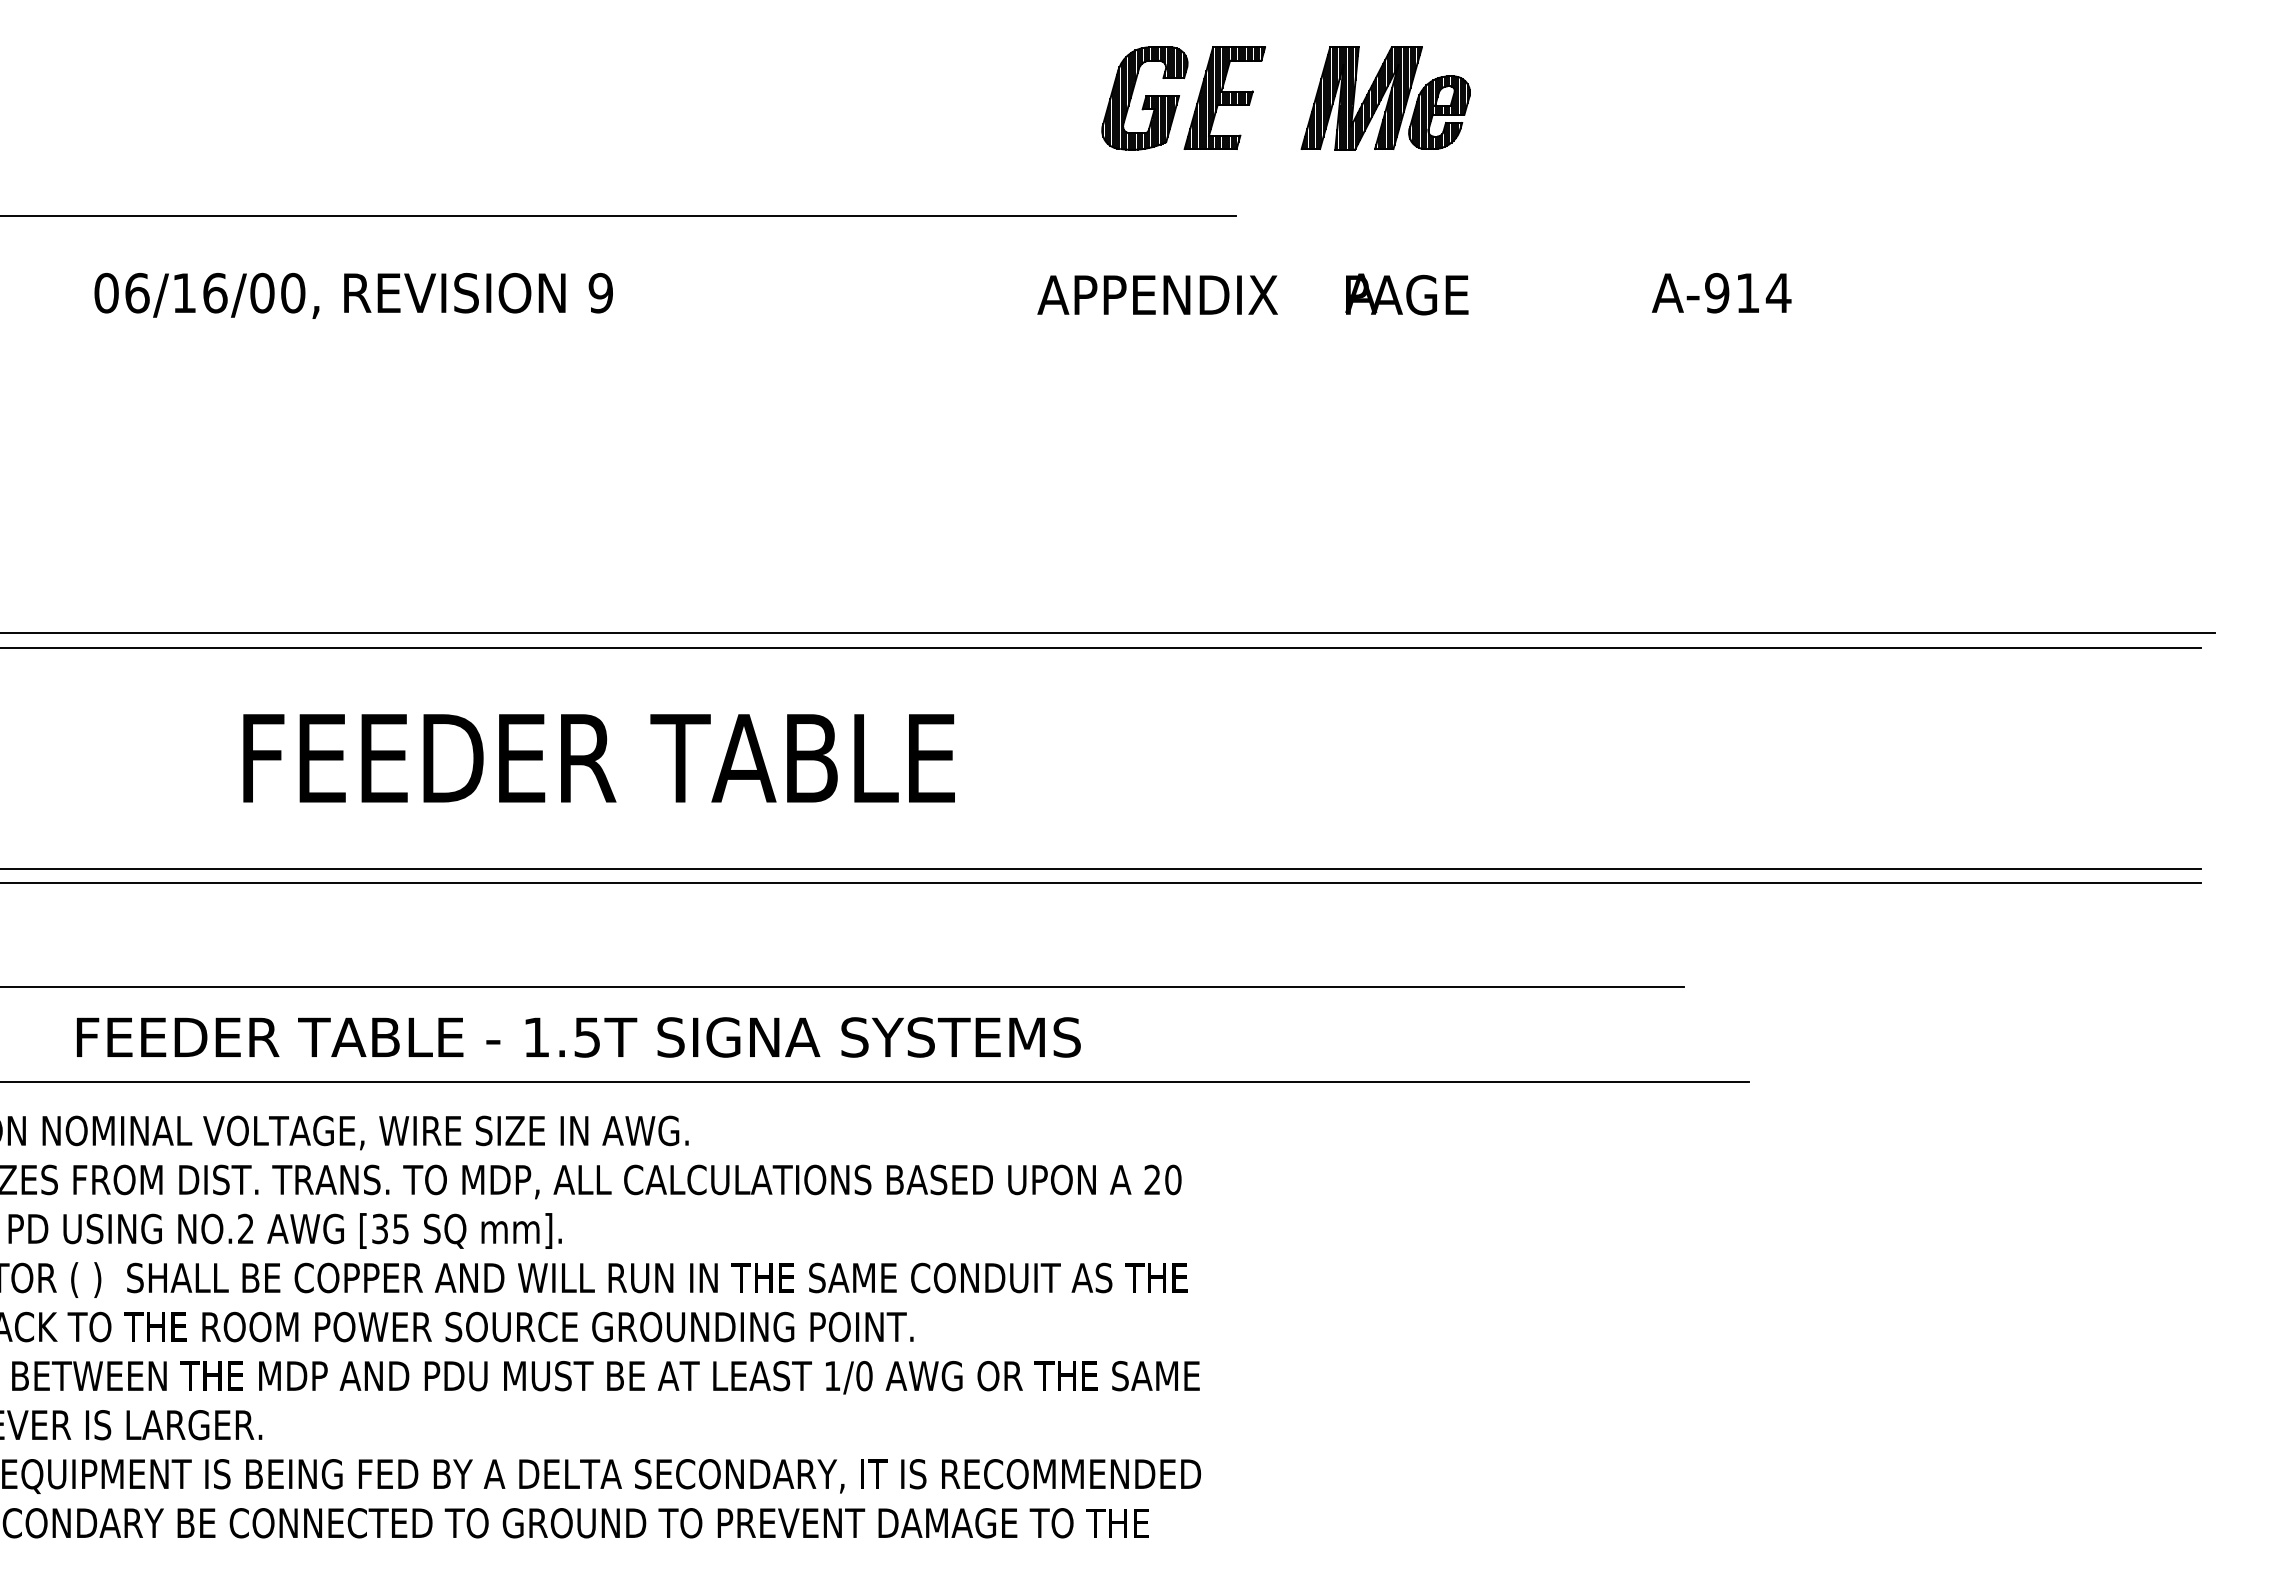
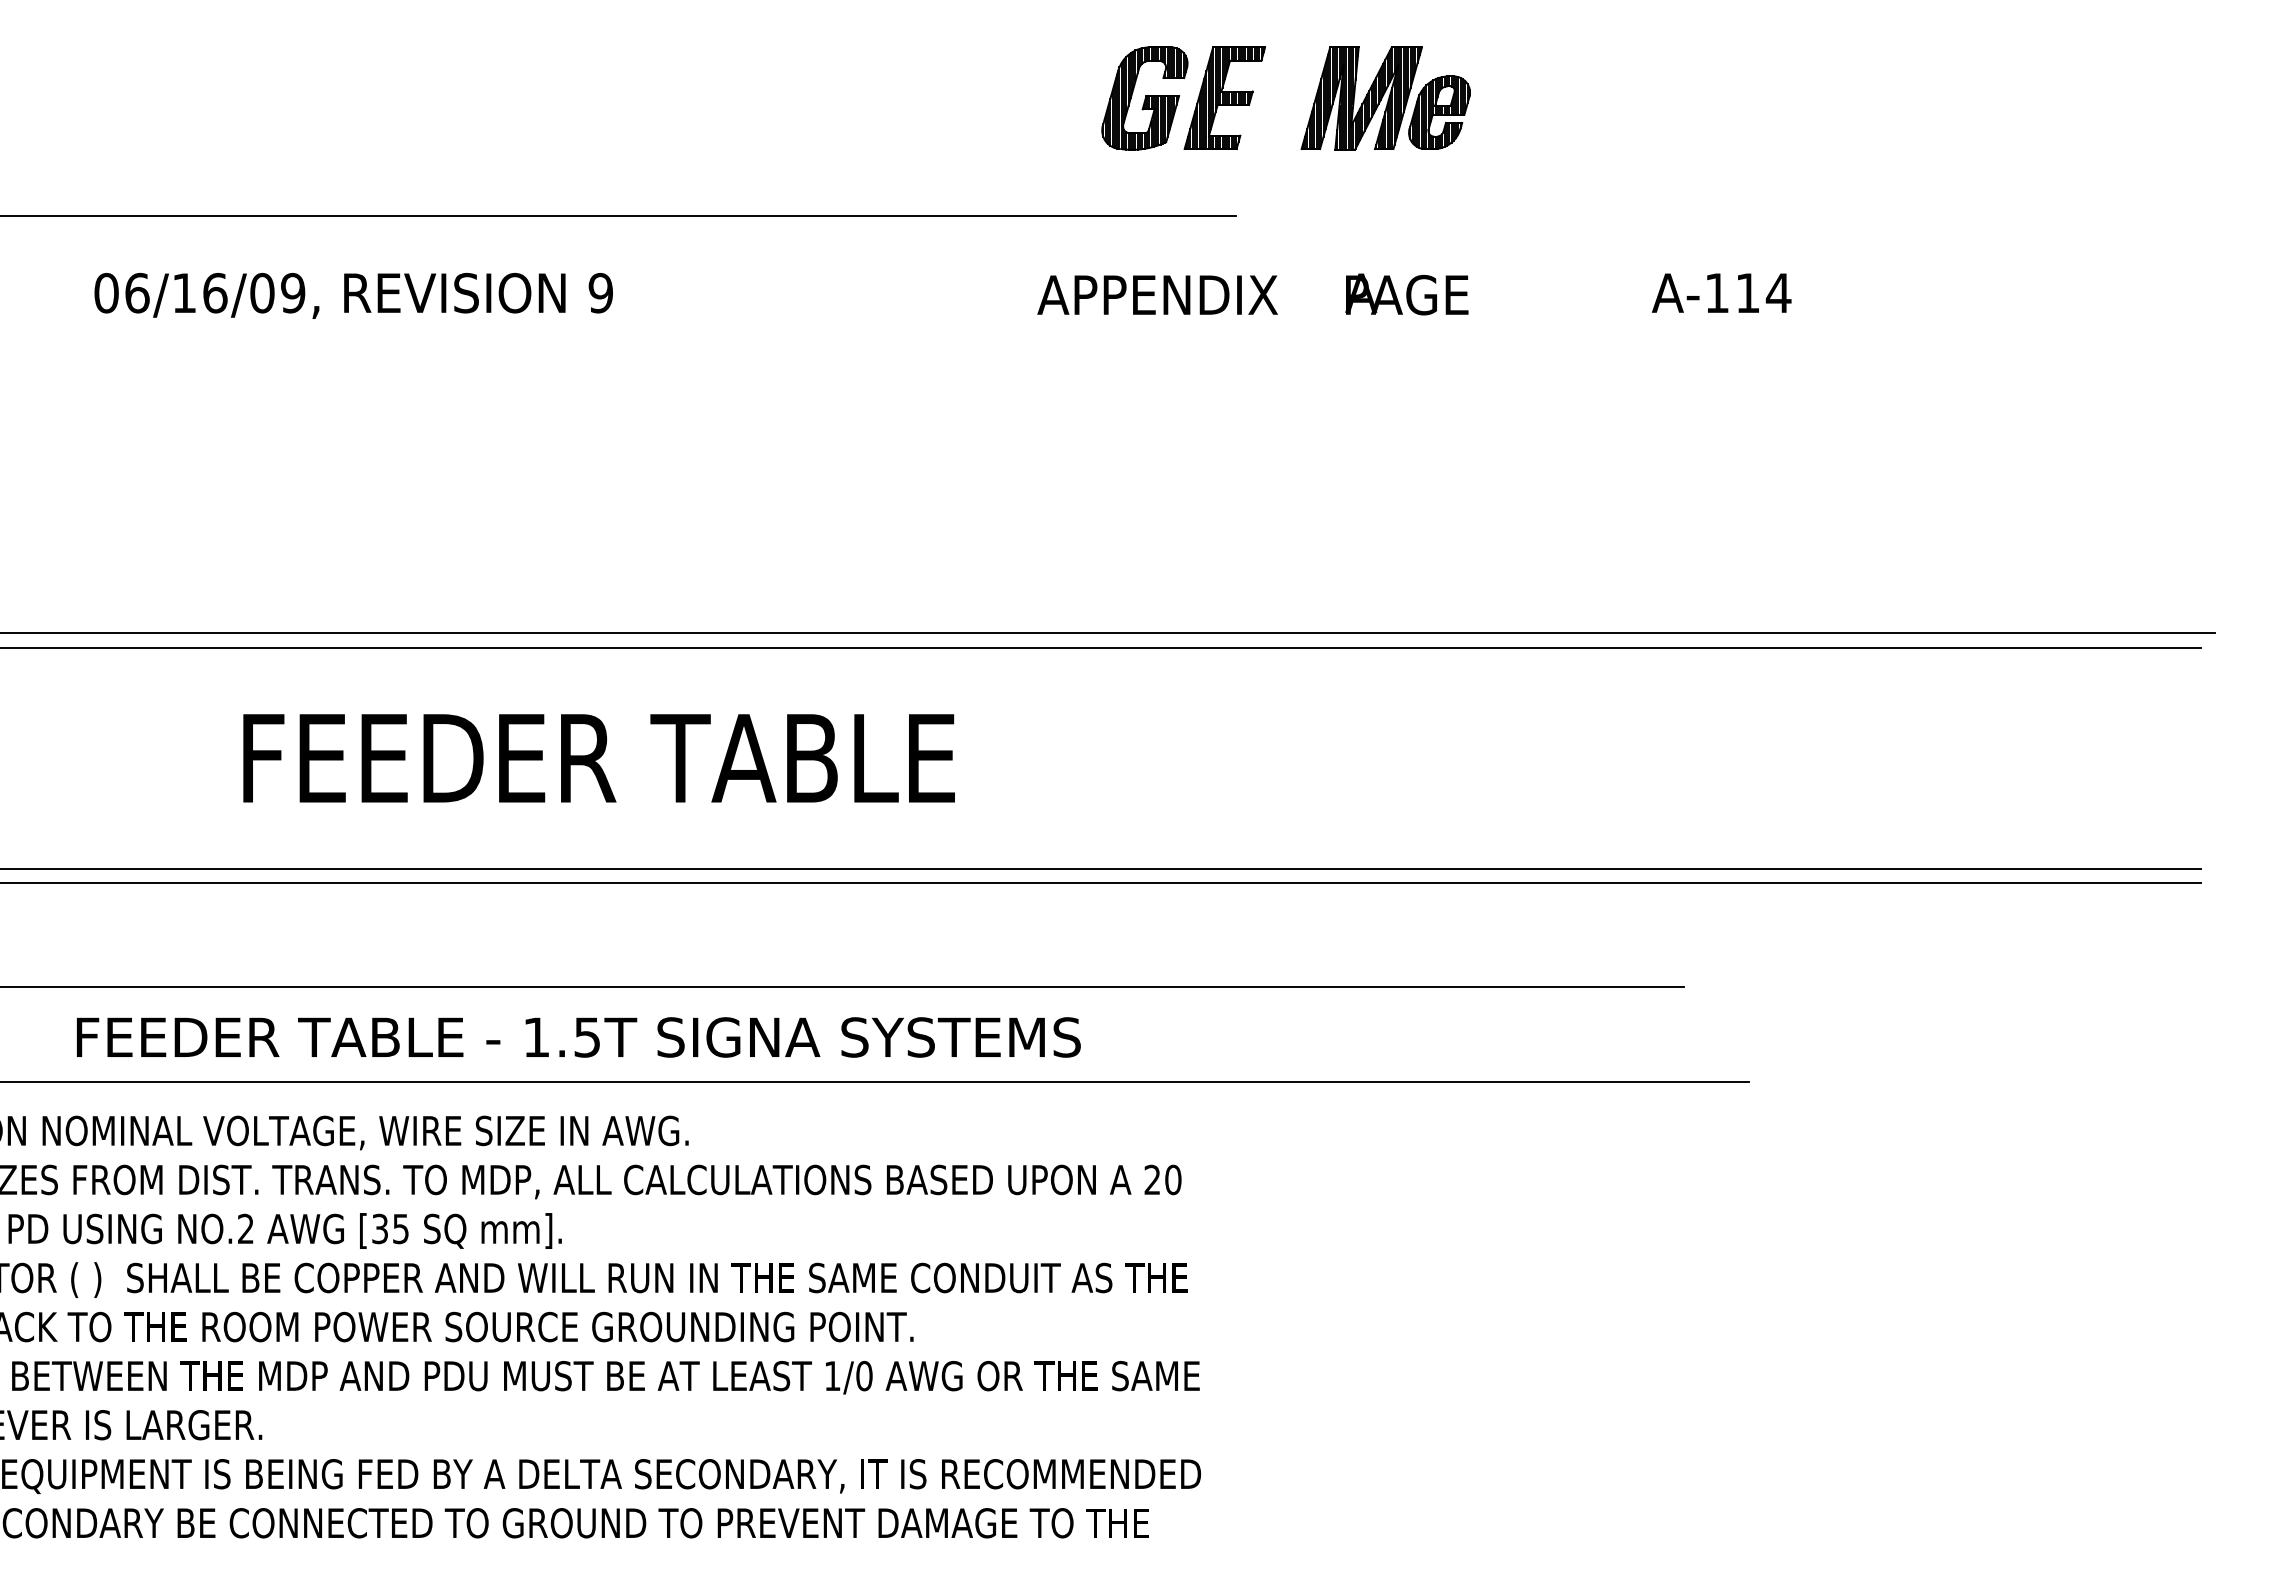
text at (1717, 292): A-914 -> A-114
text at (293, 293): 06/16/00, -> 06/16/09,
